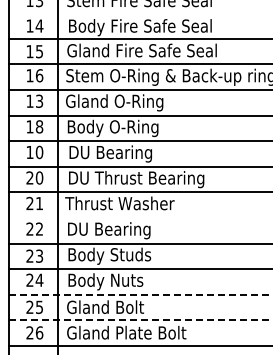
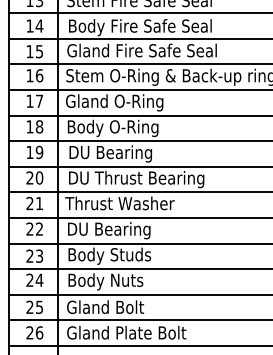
line at (138, 13): none -> present
text at (39, 100): 13 -> 17
text at (39, 152): 10 -> 19
line at (138, 218): none -> present
line at (140, 294): dashed -> solid
line at (140, 320): dashed -> solid
